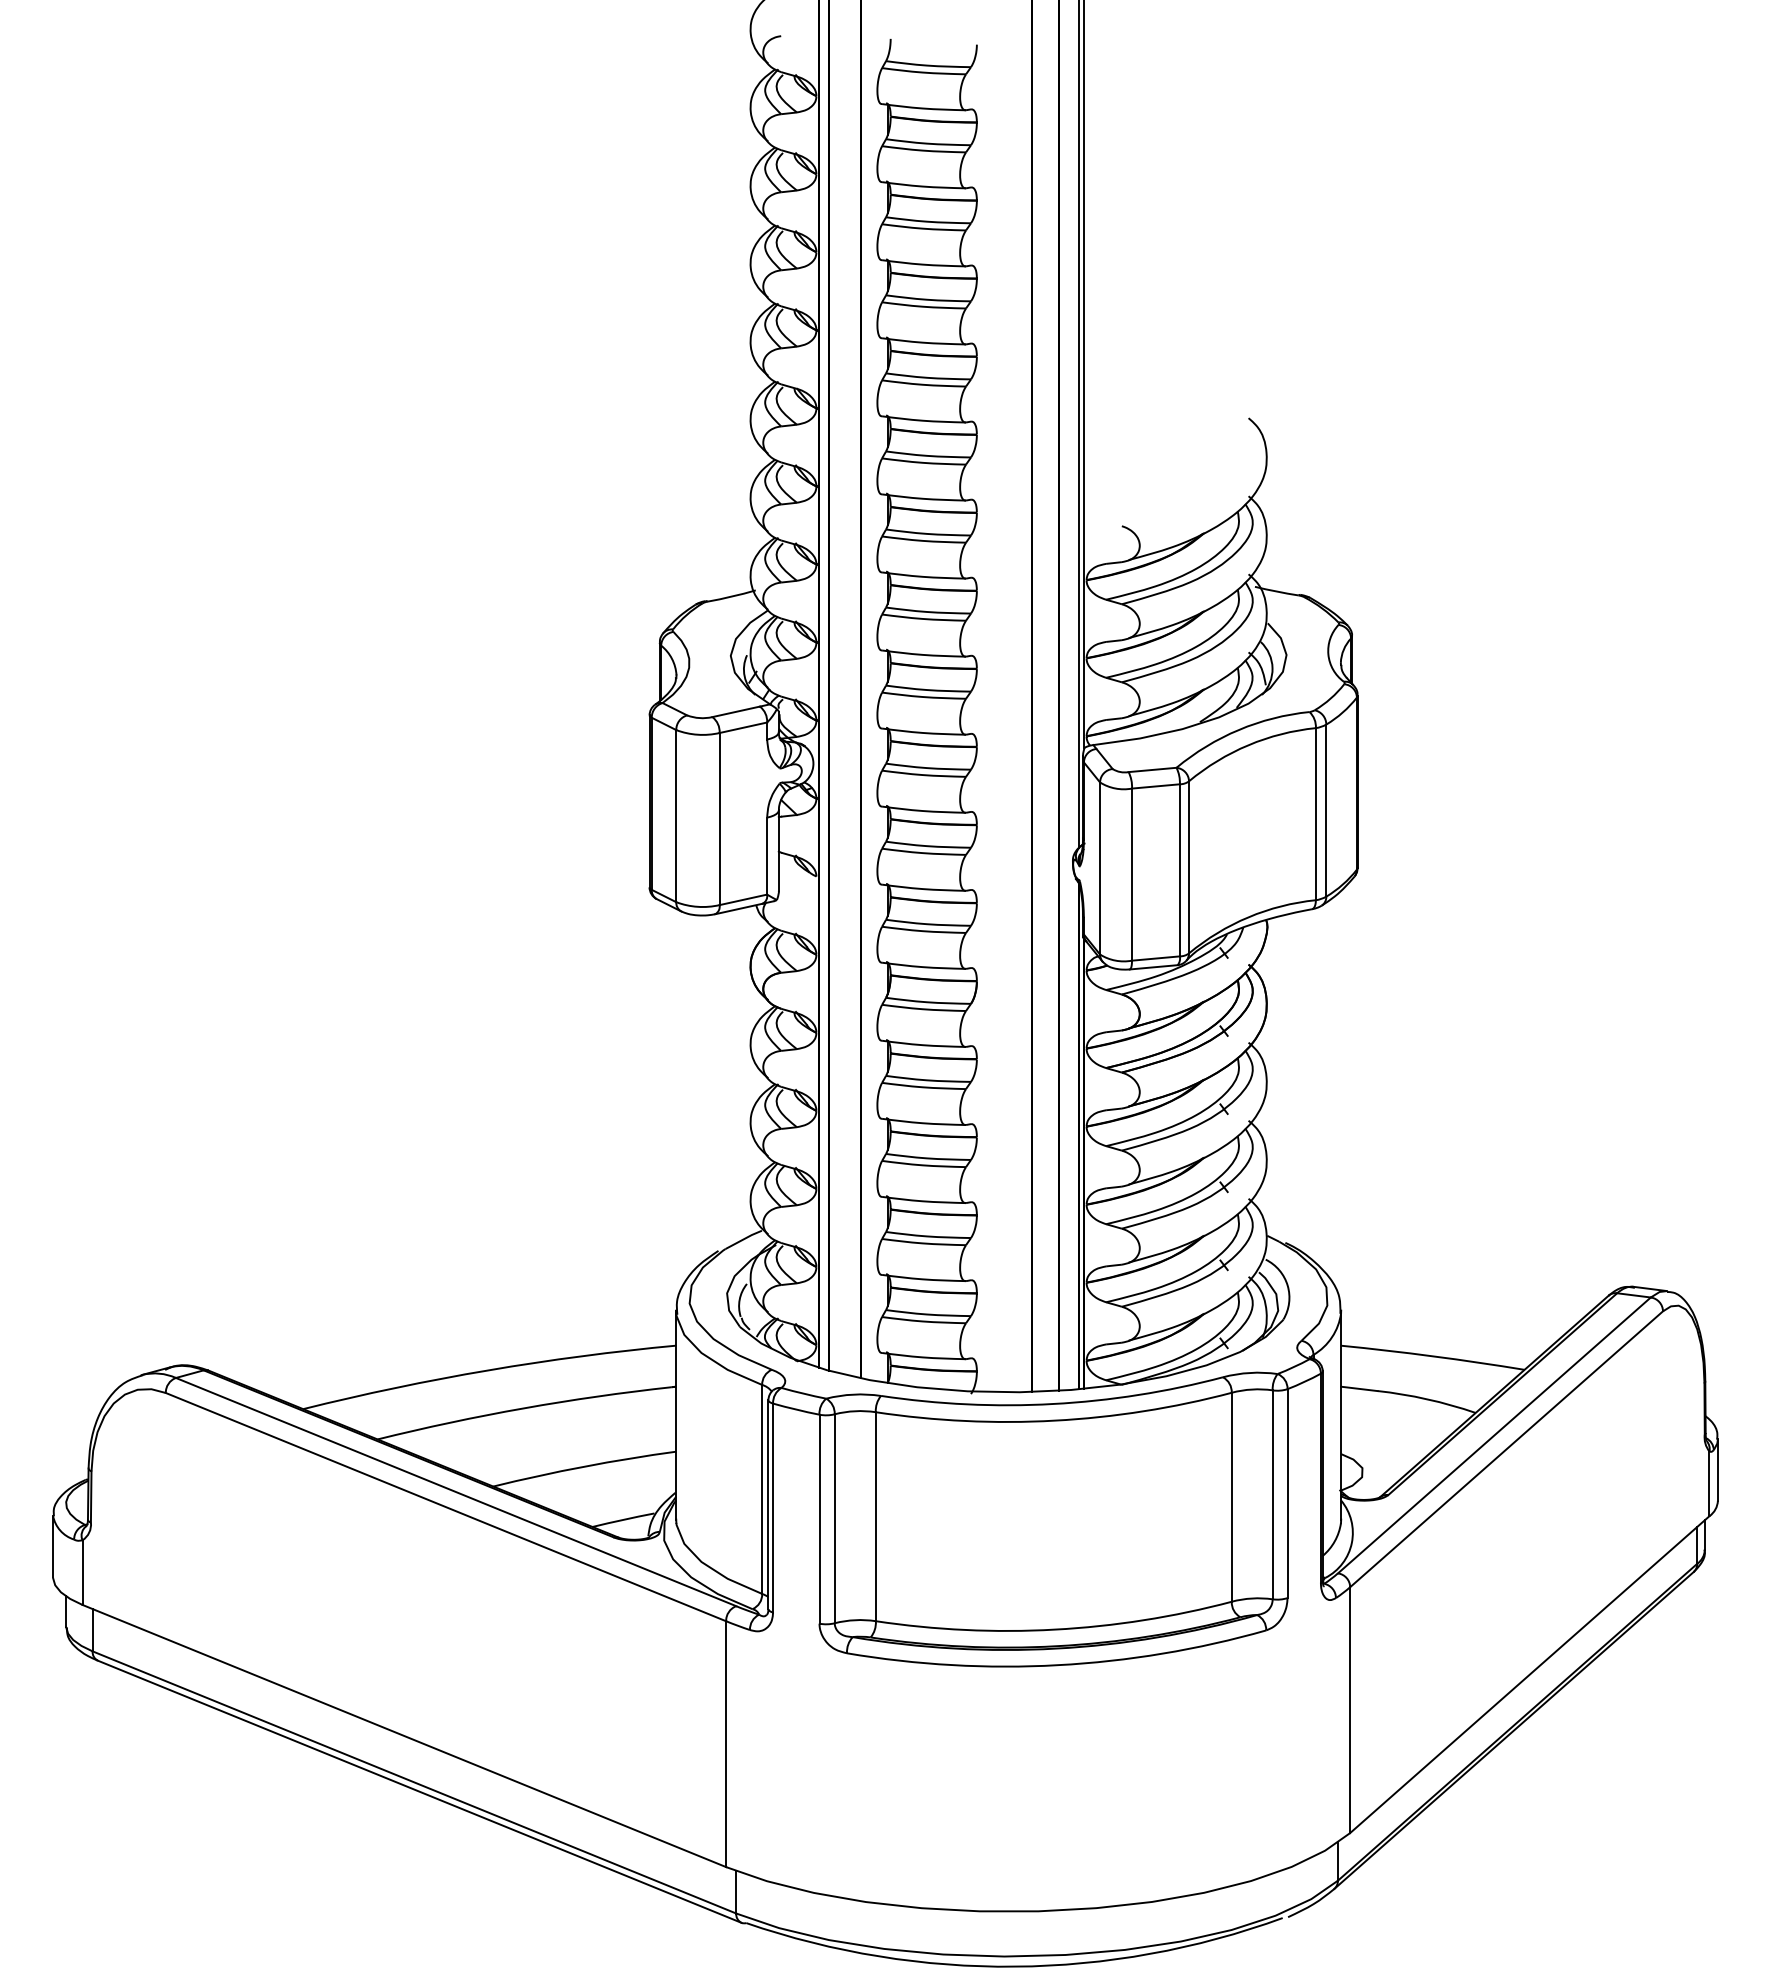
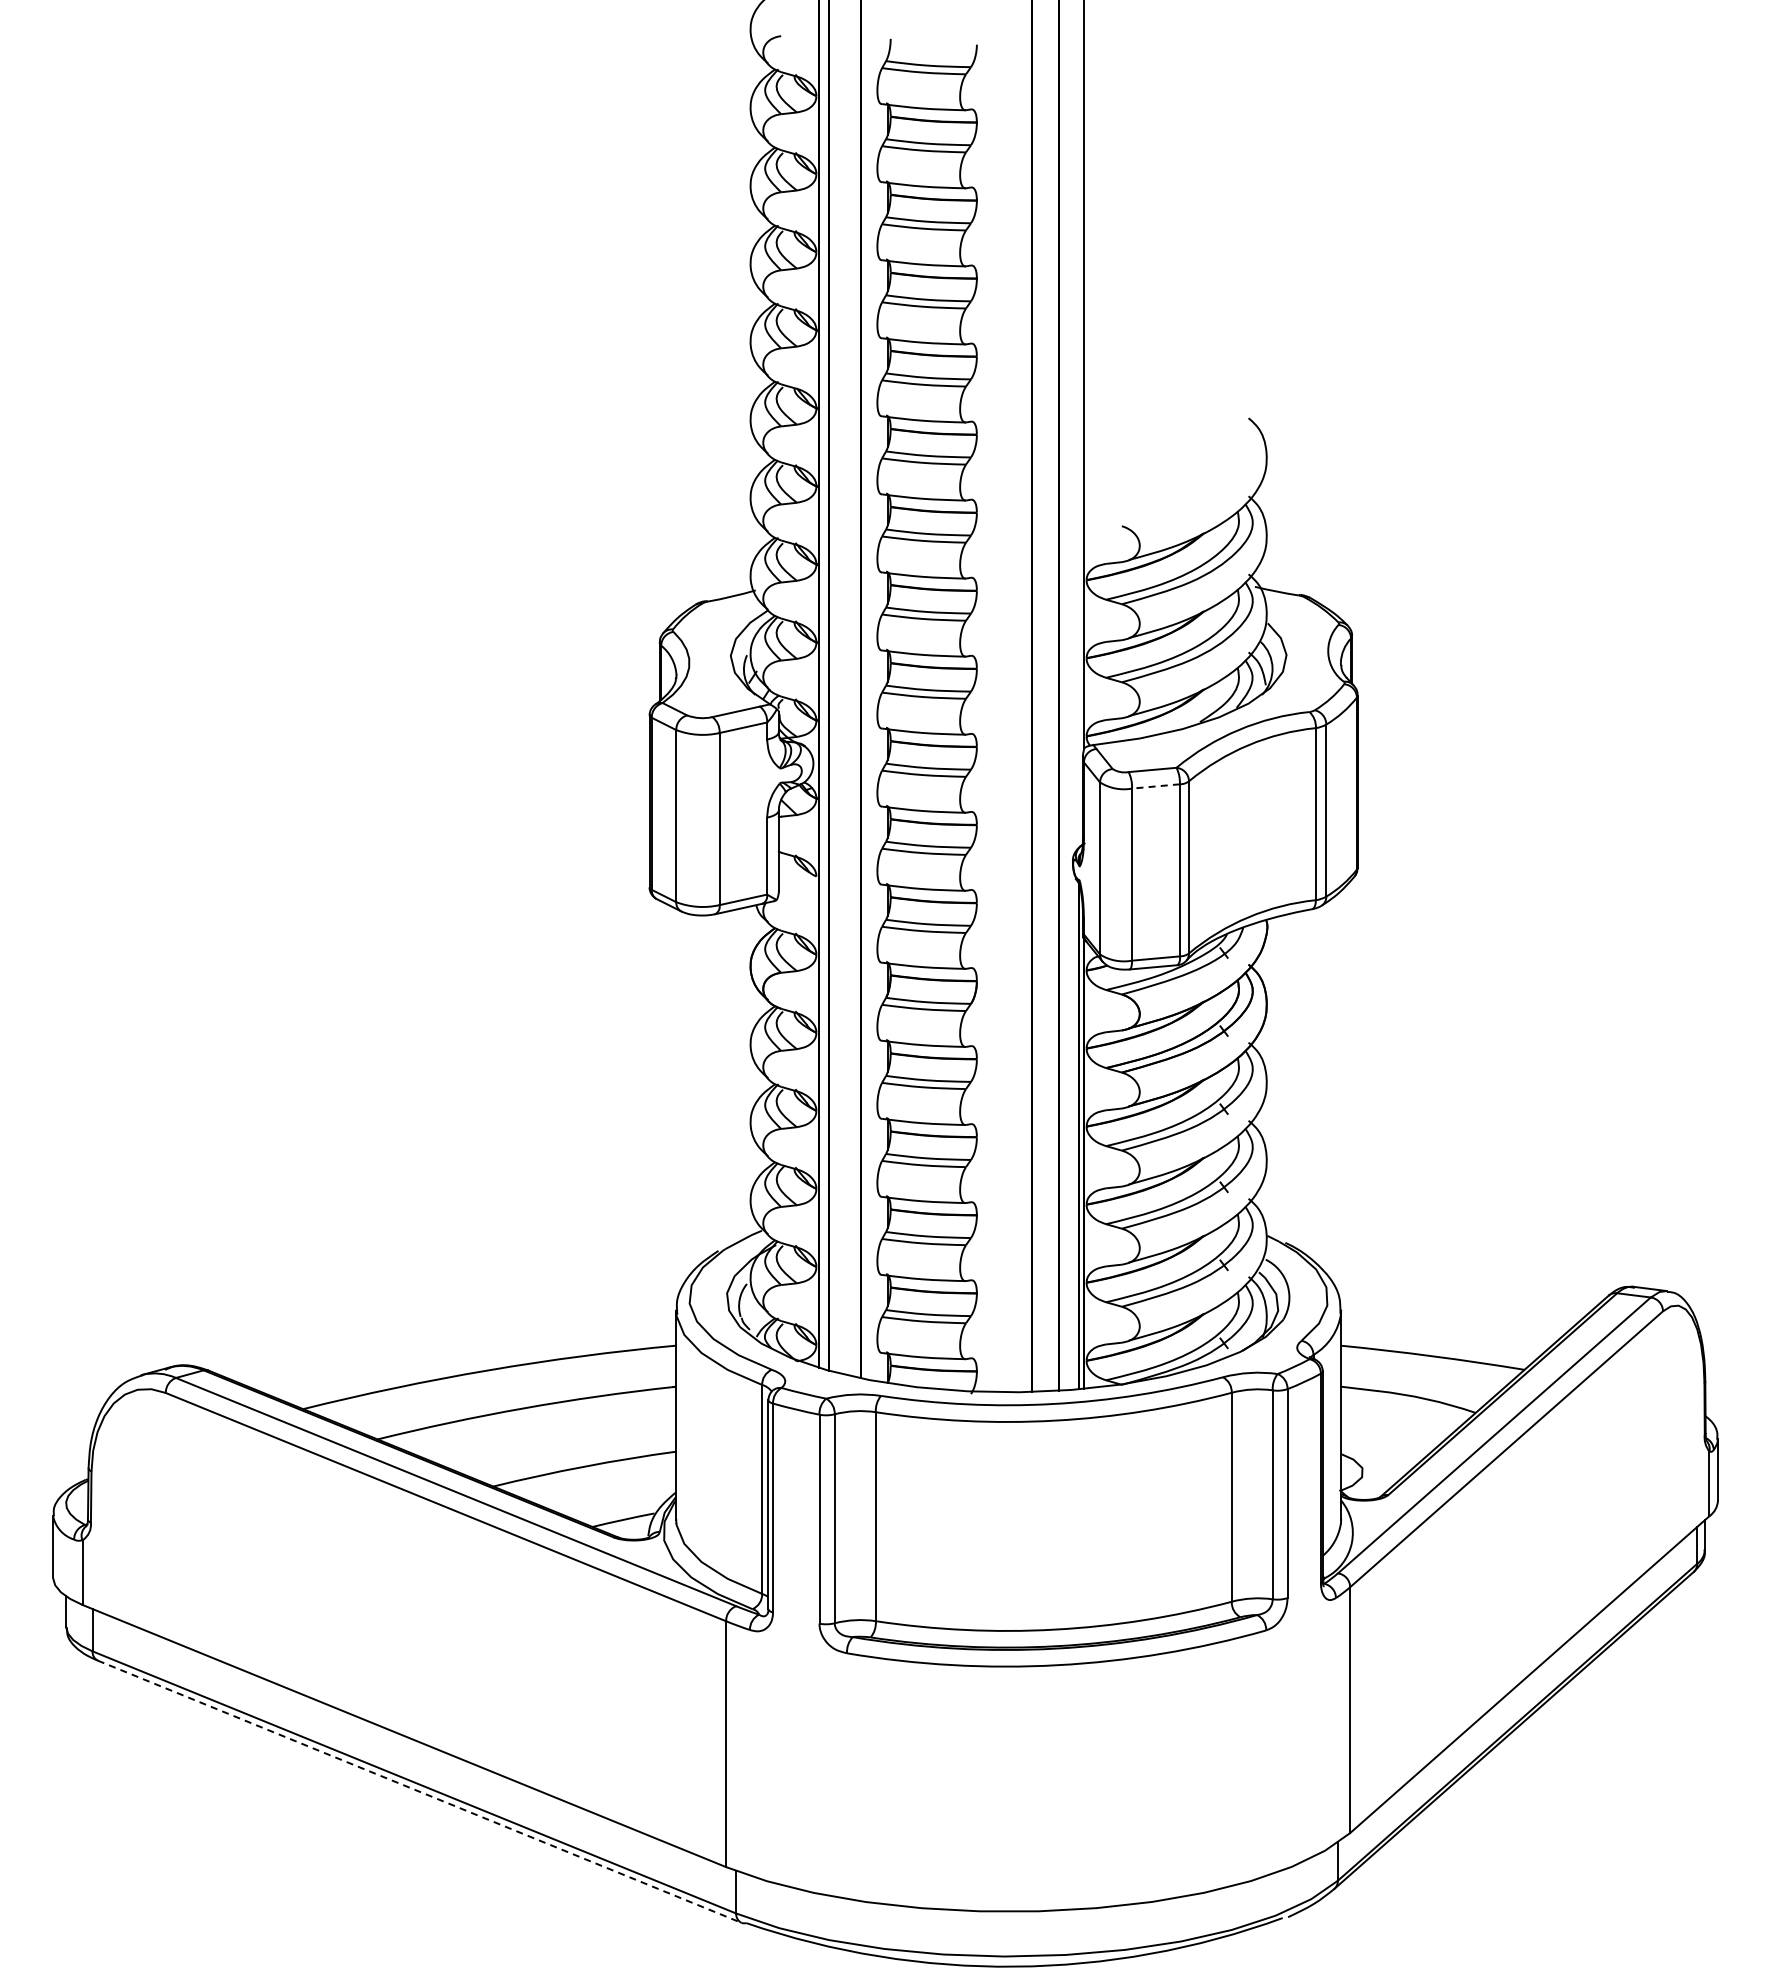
line at (1079, 425): present -> none
line at (1155, 786): solid -> dashed
line at (419, 1791): solid -> dashed
